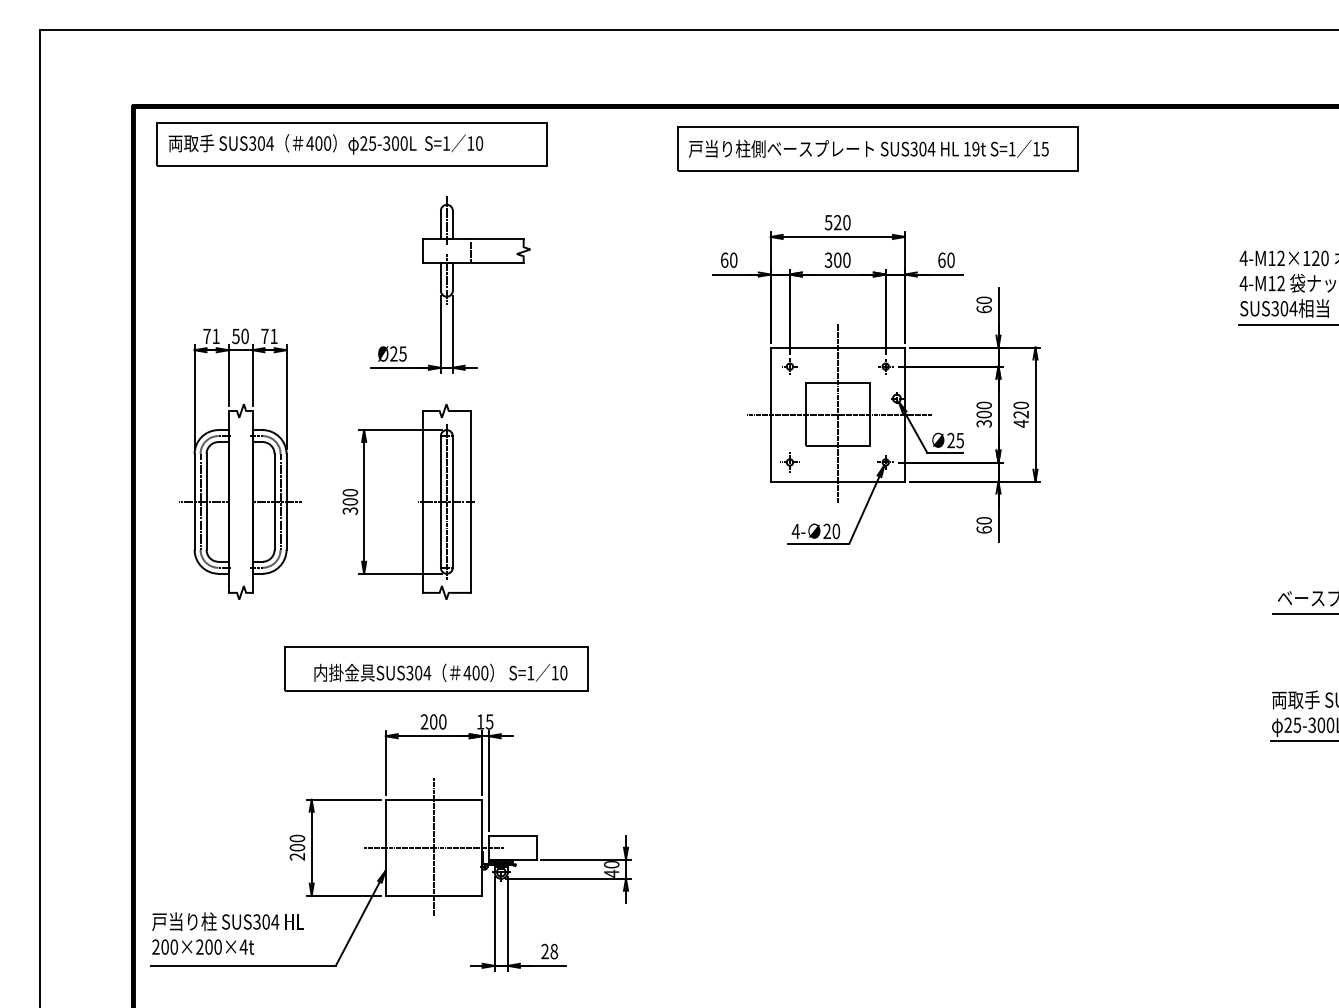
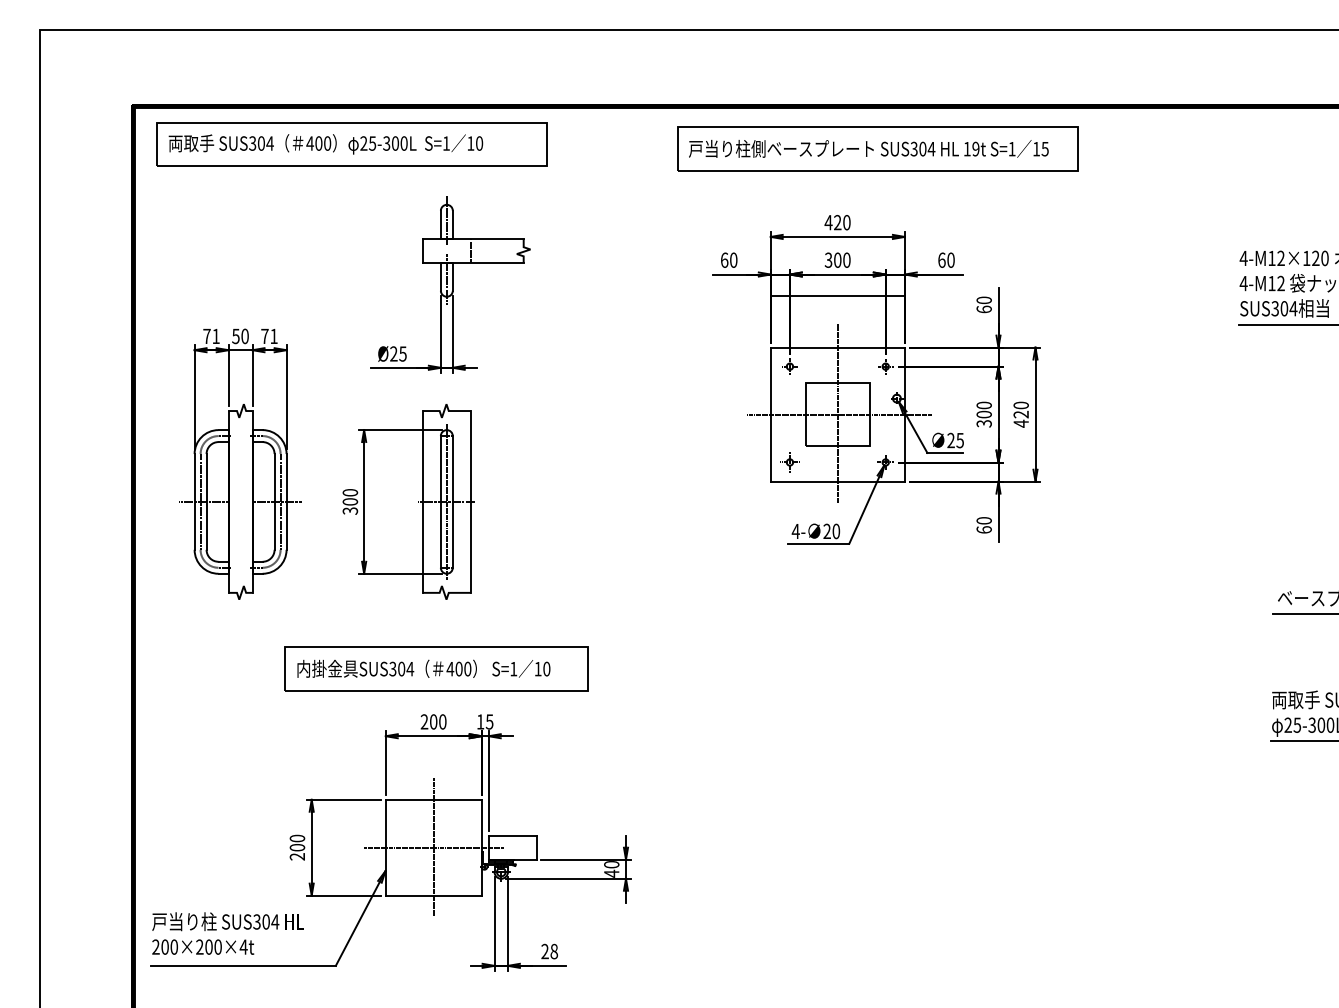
text at (828, 222): 520 -> 420
line at (837, 296): none -> present
text at (440, 672) position: (440, 672) -> (423, 668)
